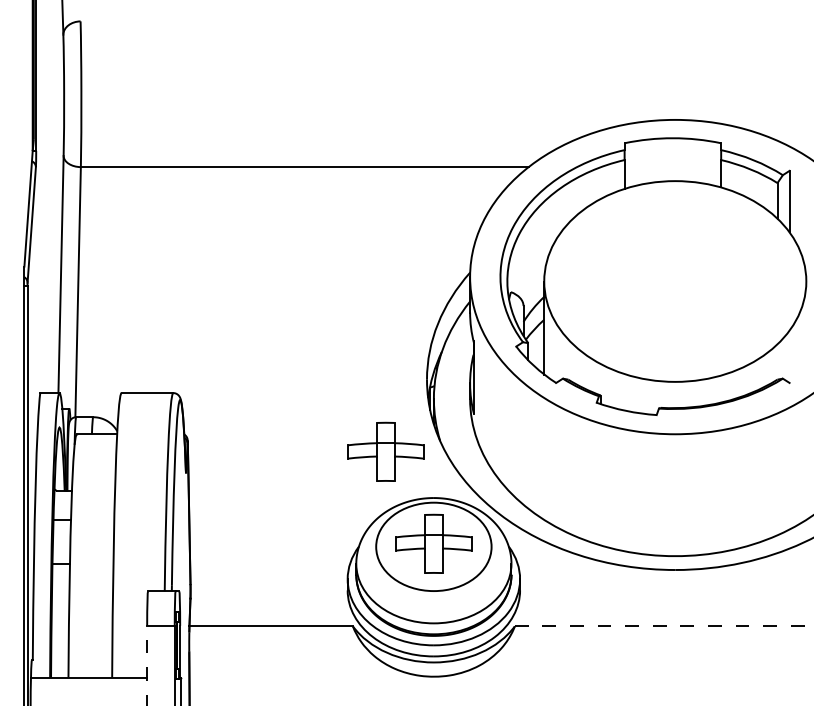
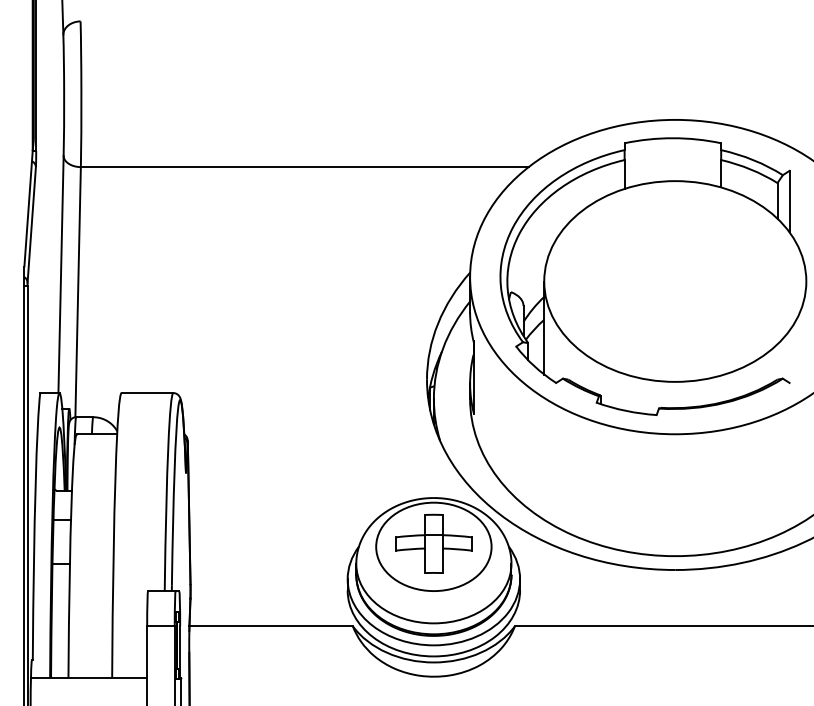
part at (385, 451): present -> none
line at (664, 626): dashed -> solid
line at (147, 665): dashed -> solid
